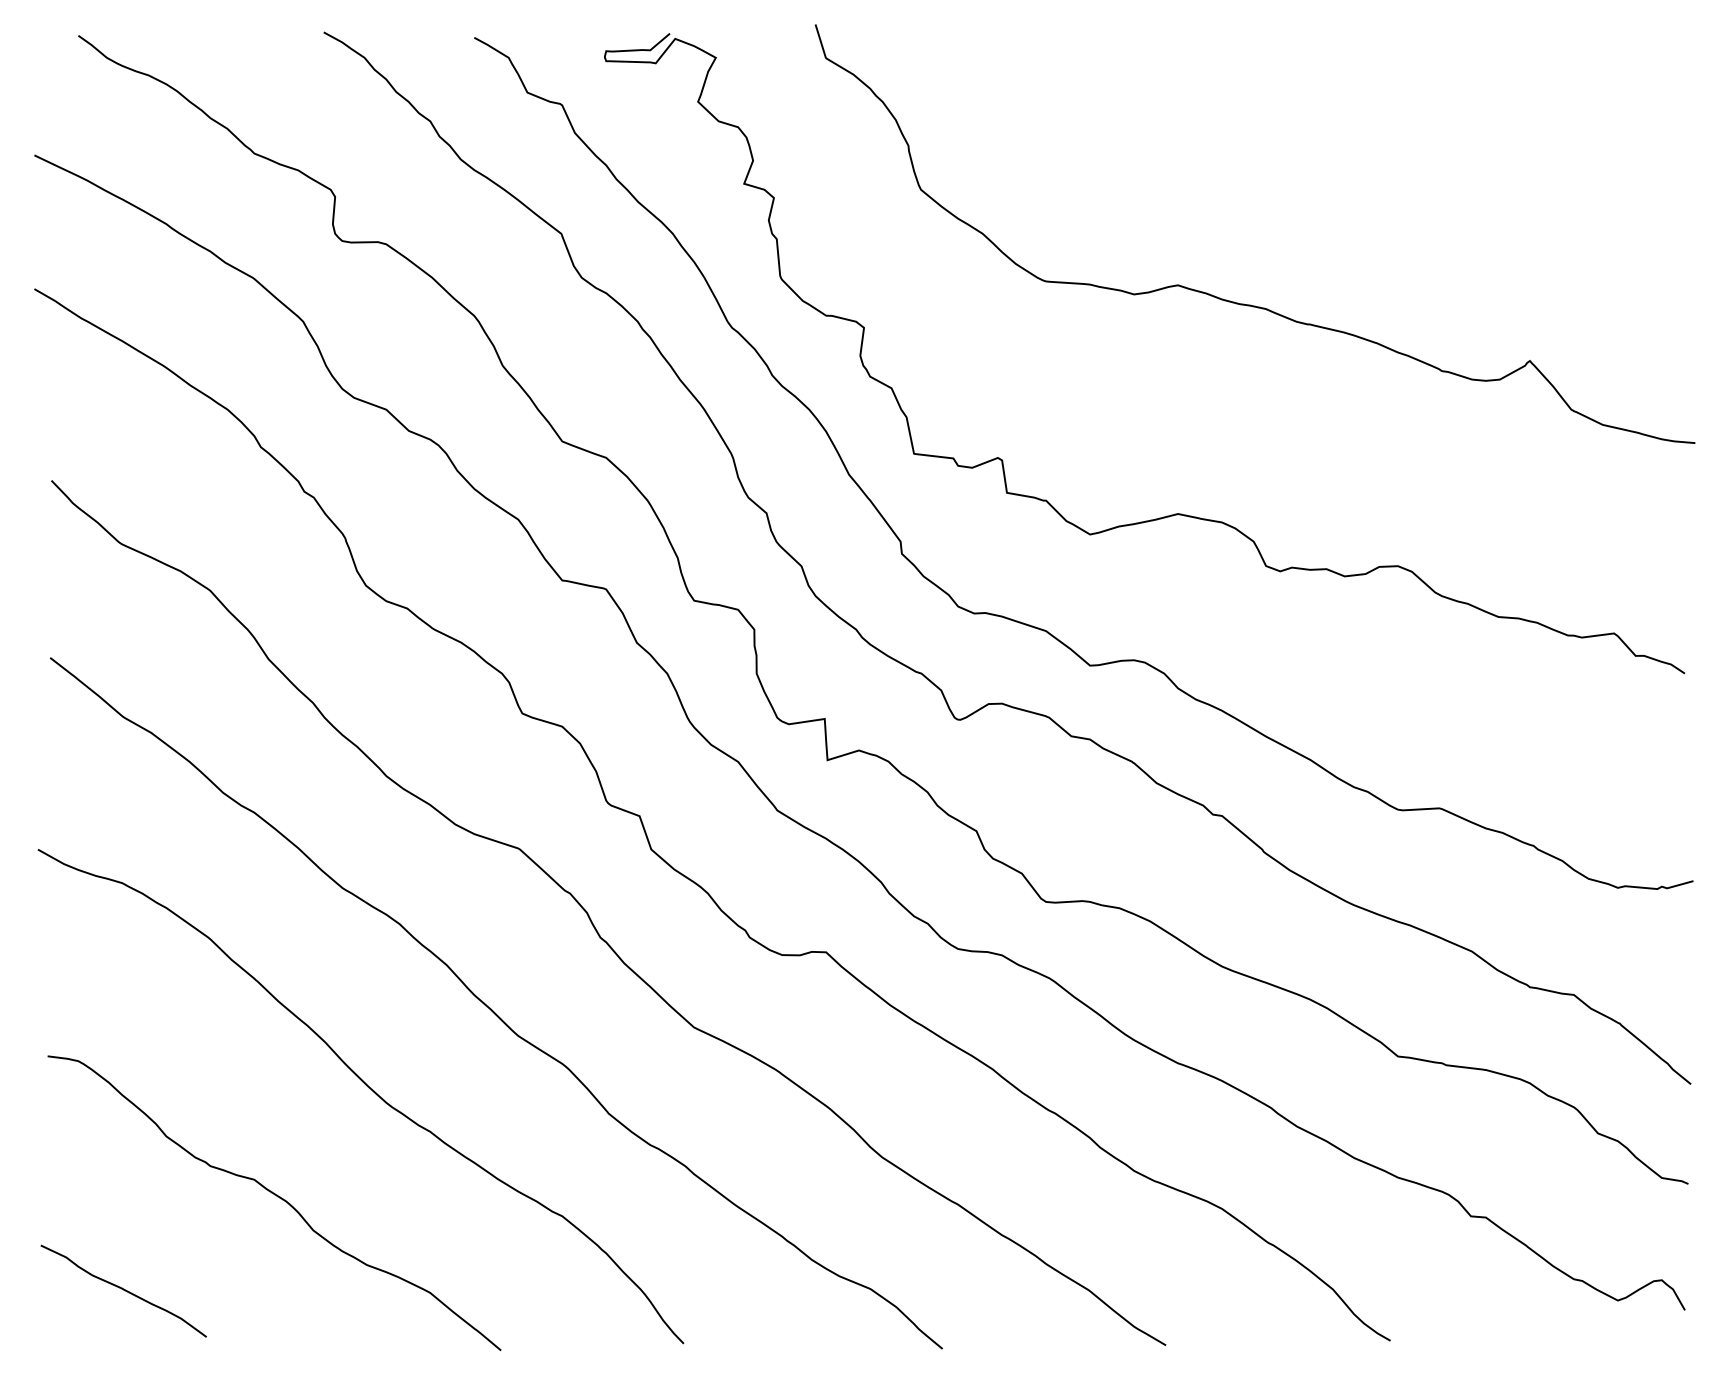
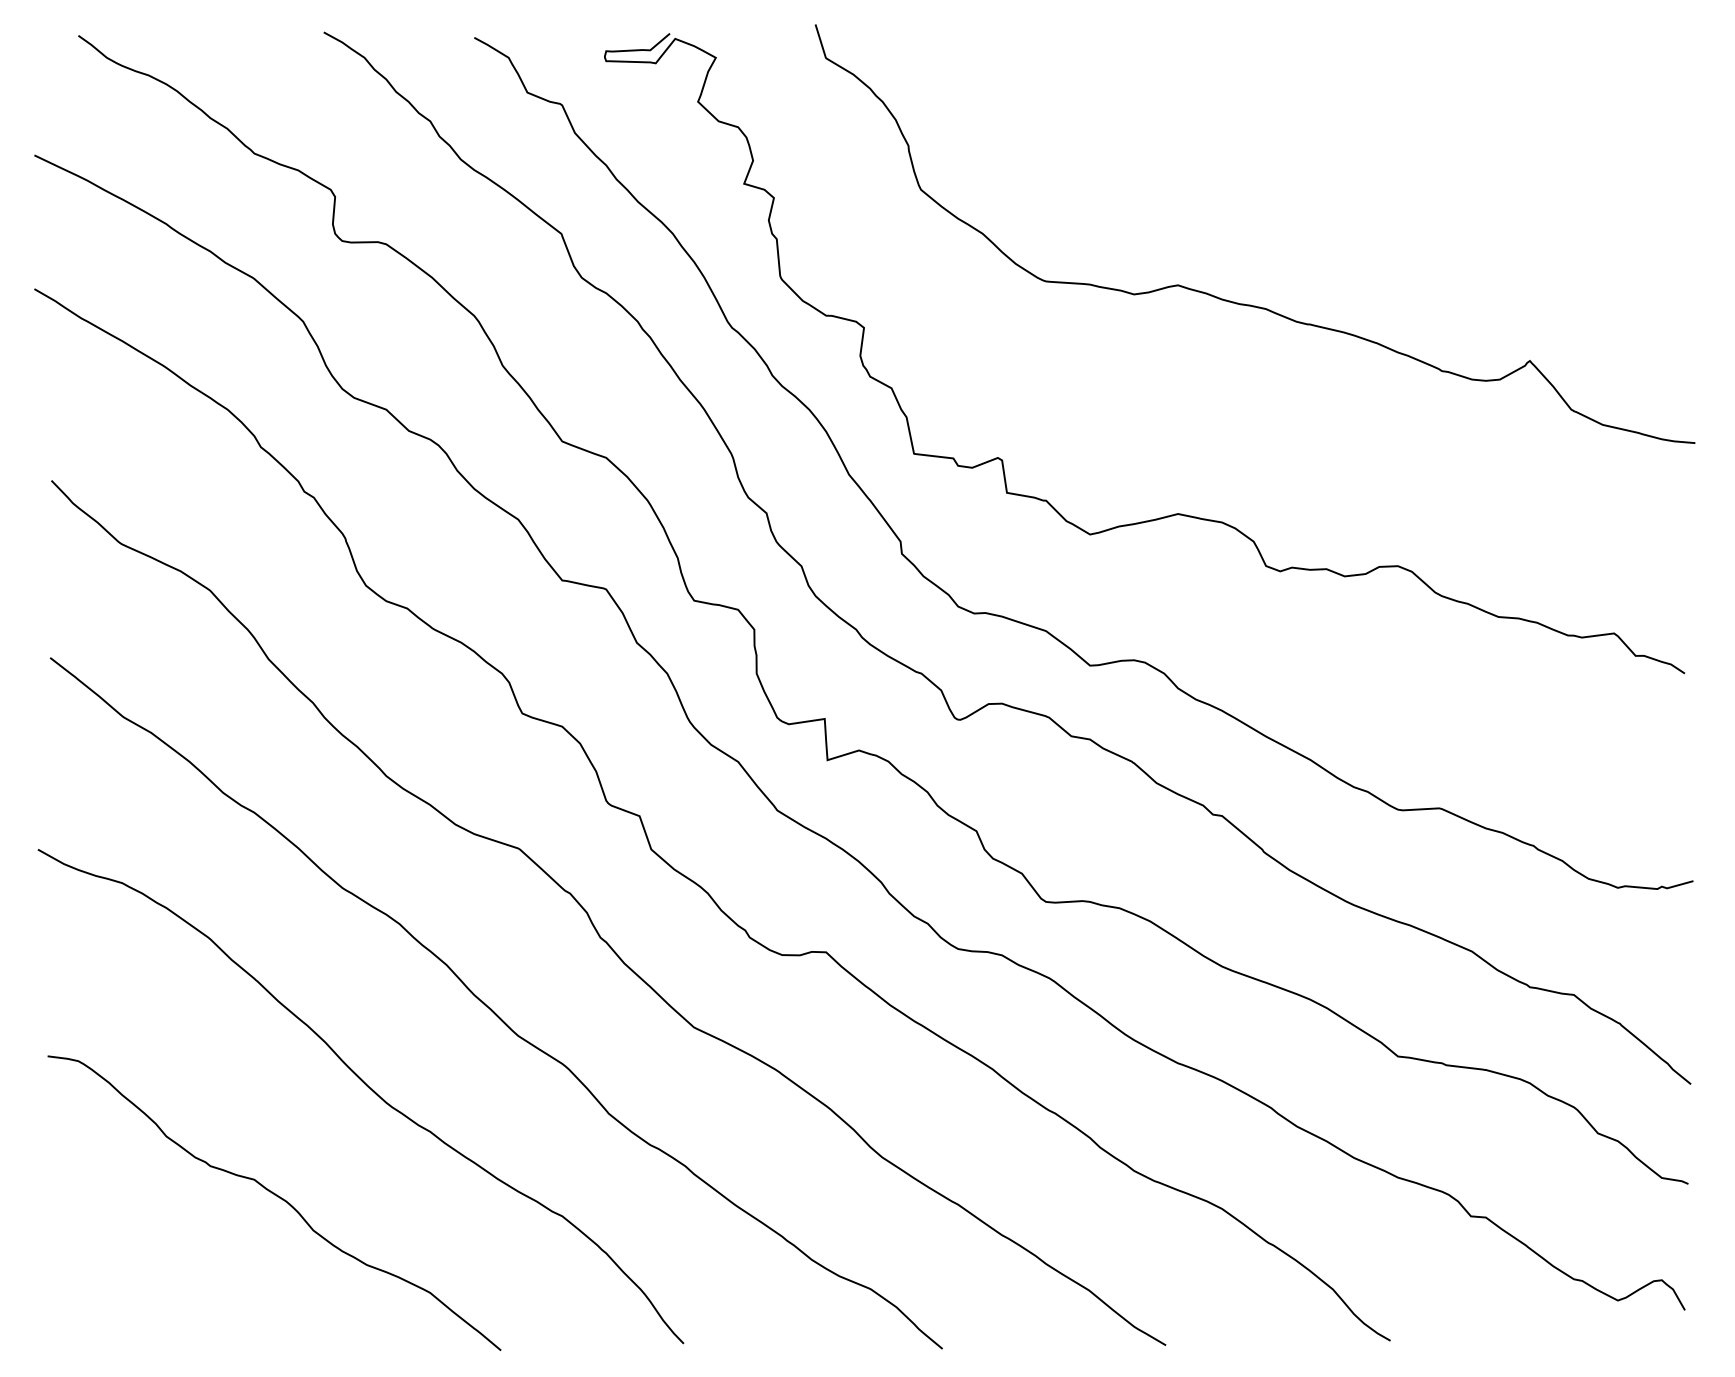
curve at (123, 1290): present -> none
